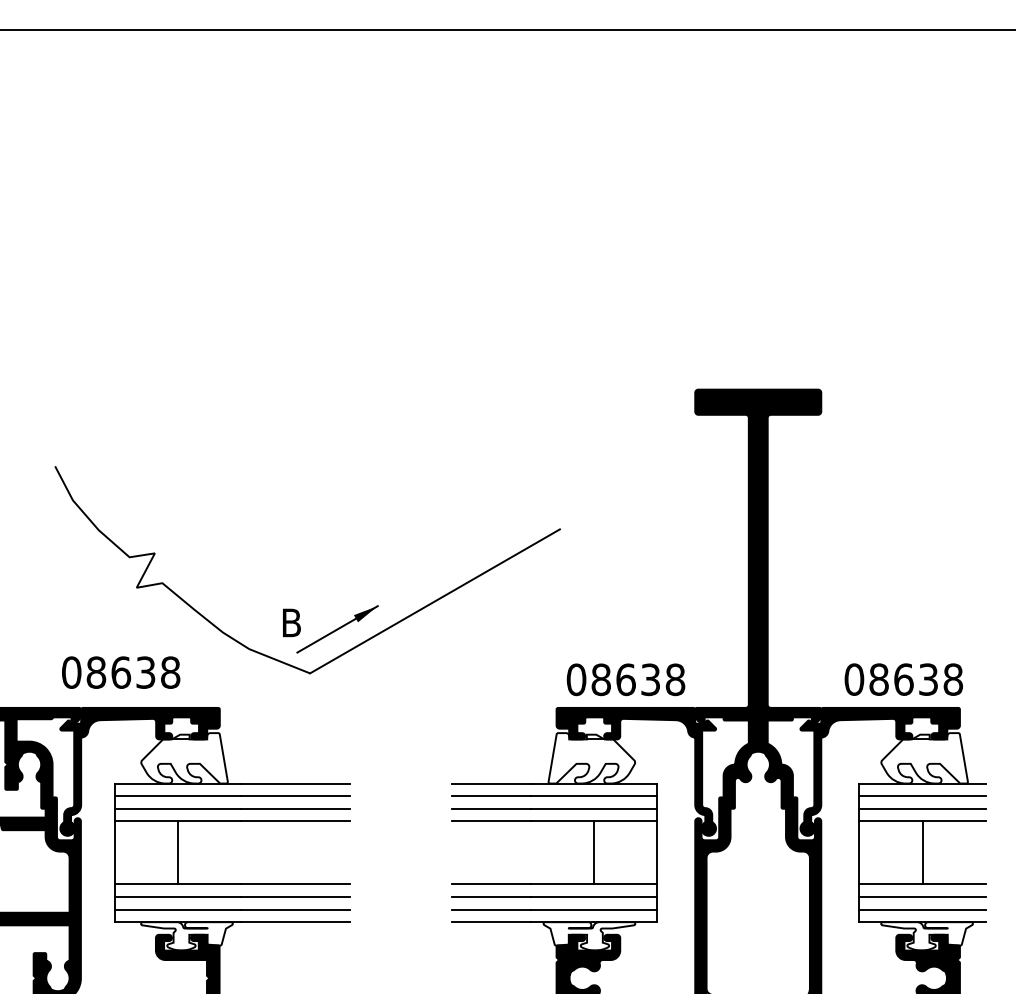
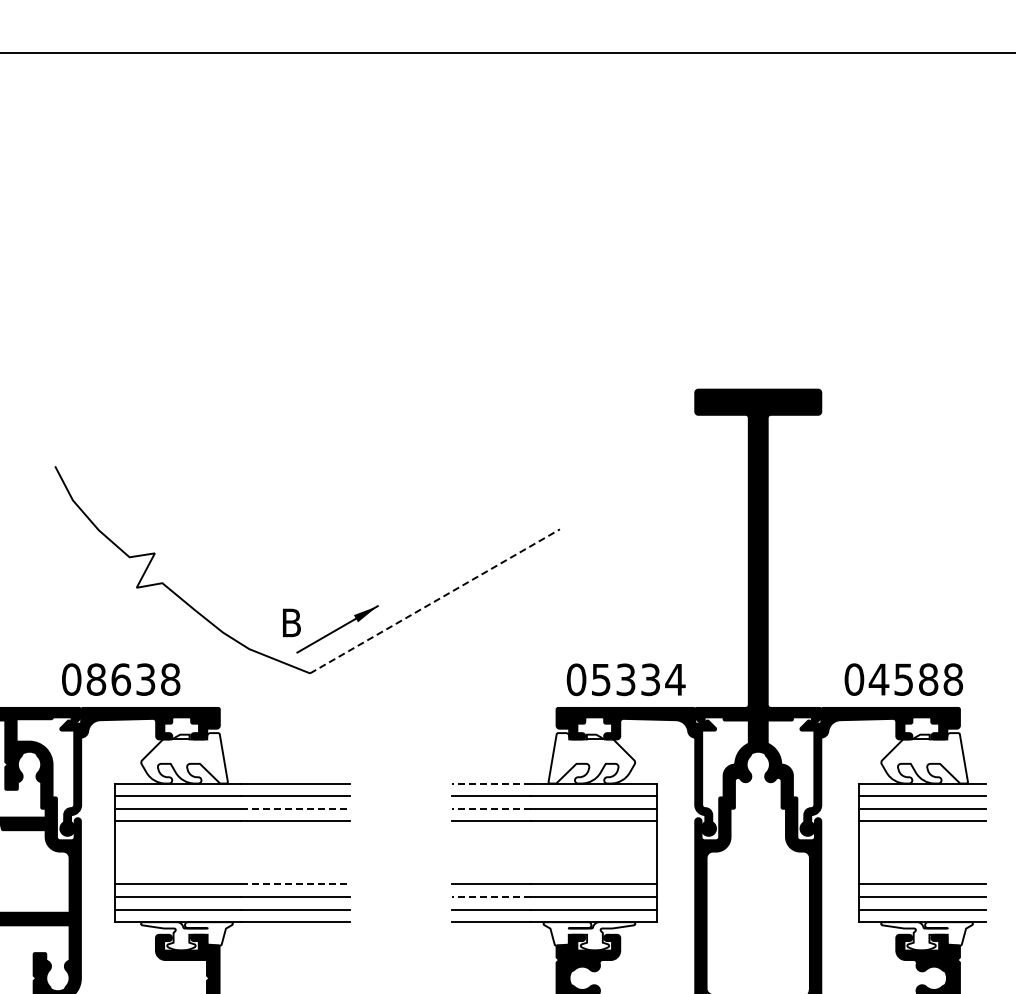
line at (507, 29) position: (507, 29) -> (507, 52)
line at (435, 601): solid -> dashed
text at (121, 672) position: (121, 672) -> (121, 679)
text at (638, 679): 08638 -> 05334
text at (903, 679): 08638 -> 04588
line at (491, 783): solid -> dashed
line at (295, 808): solid -> dashed
line at (491, 808): solid -> dashed
line at (177, 852): present -> none
line at (594, 852): present -> none
line at (922, 852): present -> none
line at (295, 884): solid -> dashed
line at (491, 896): solid -> dashed
